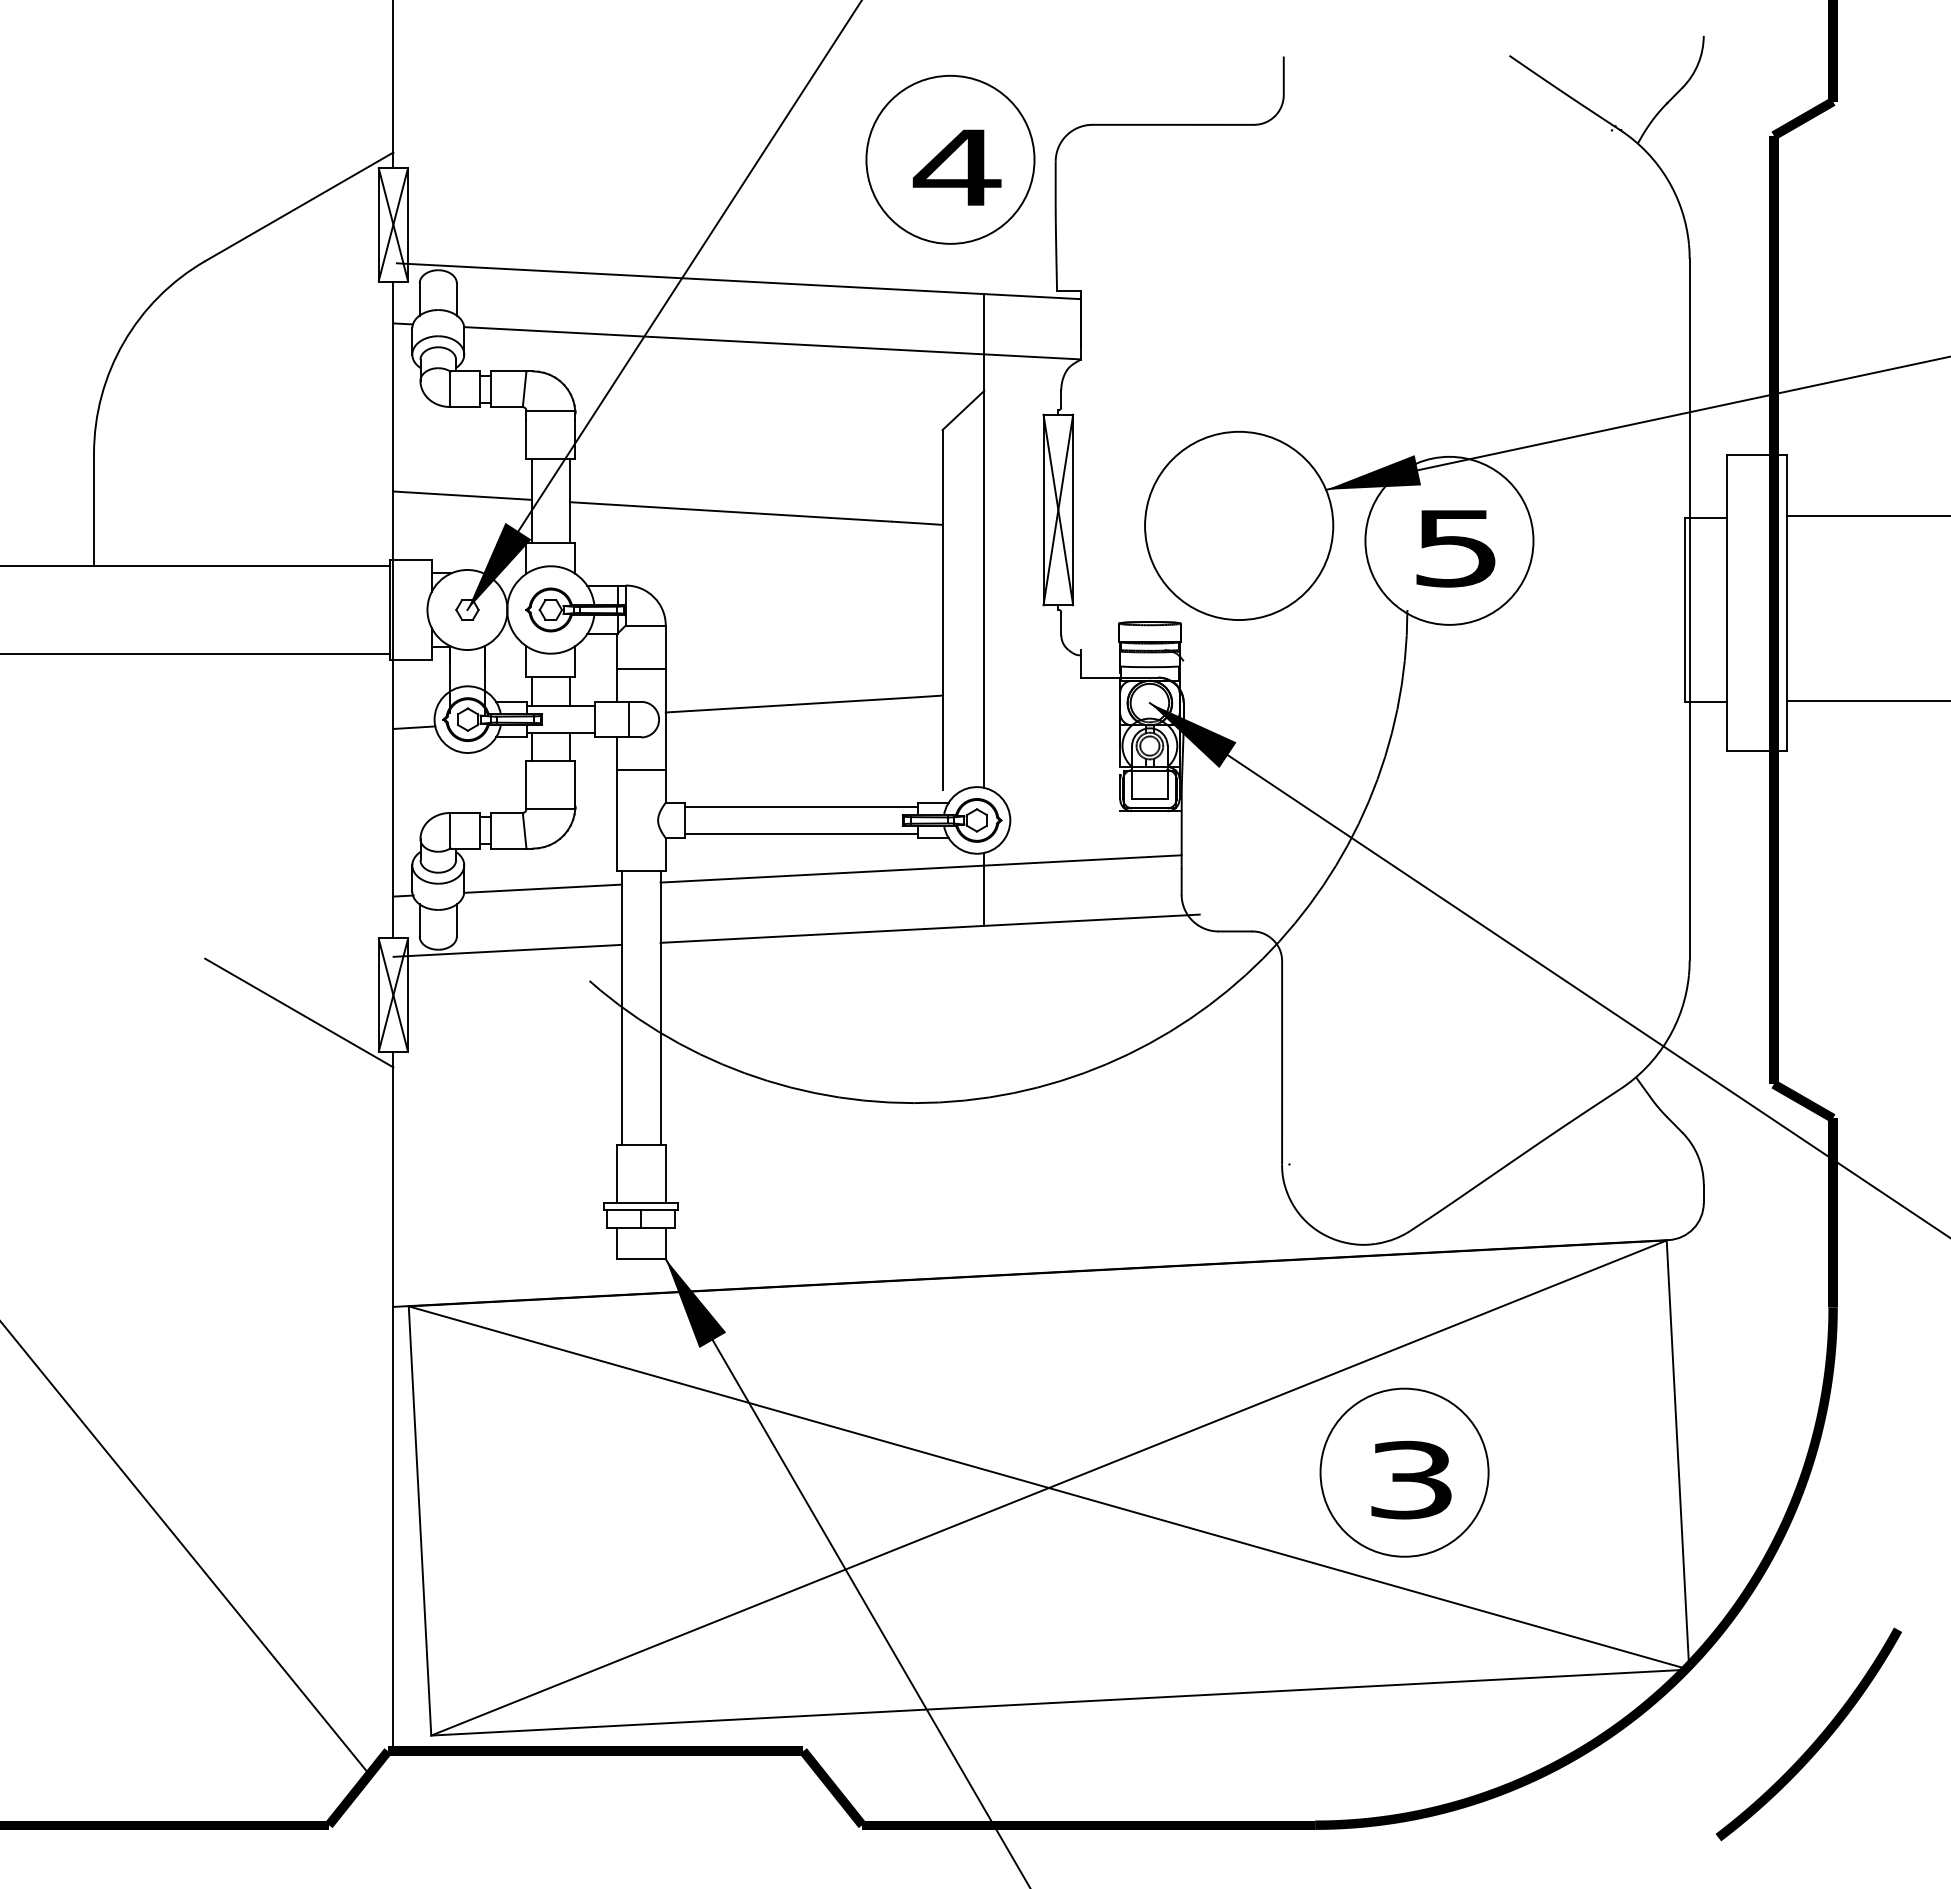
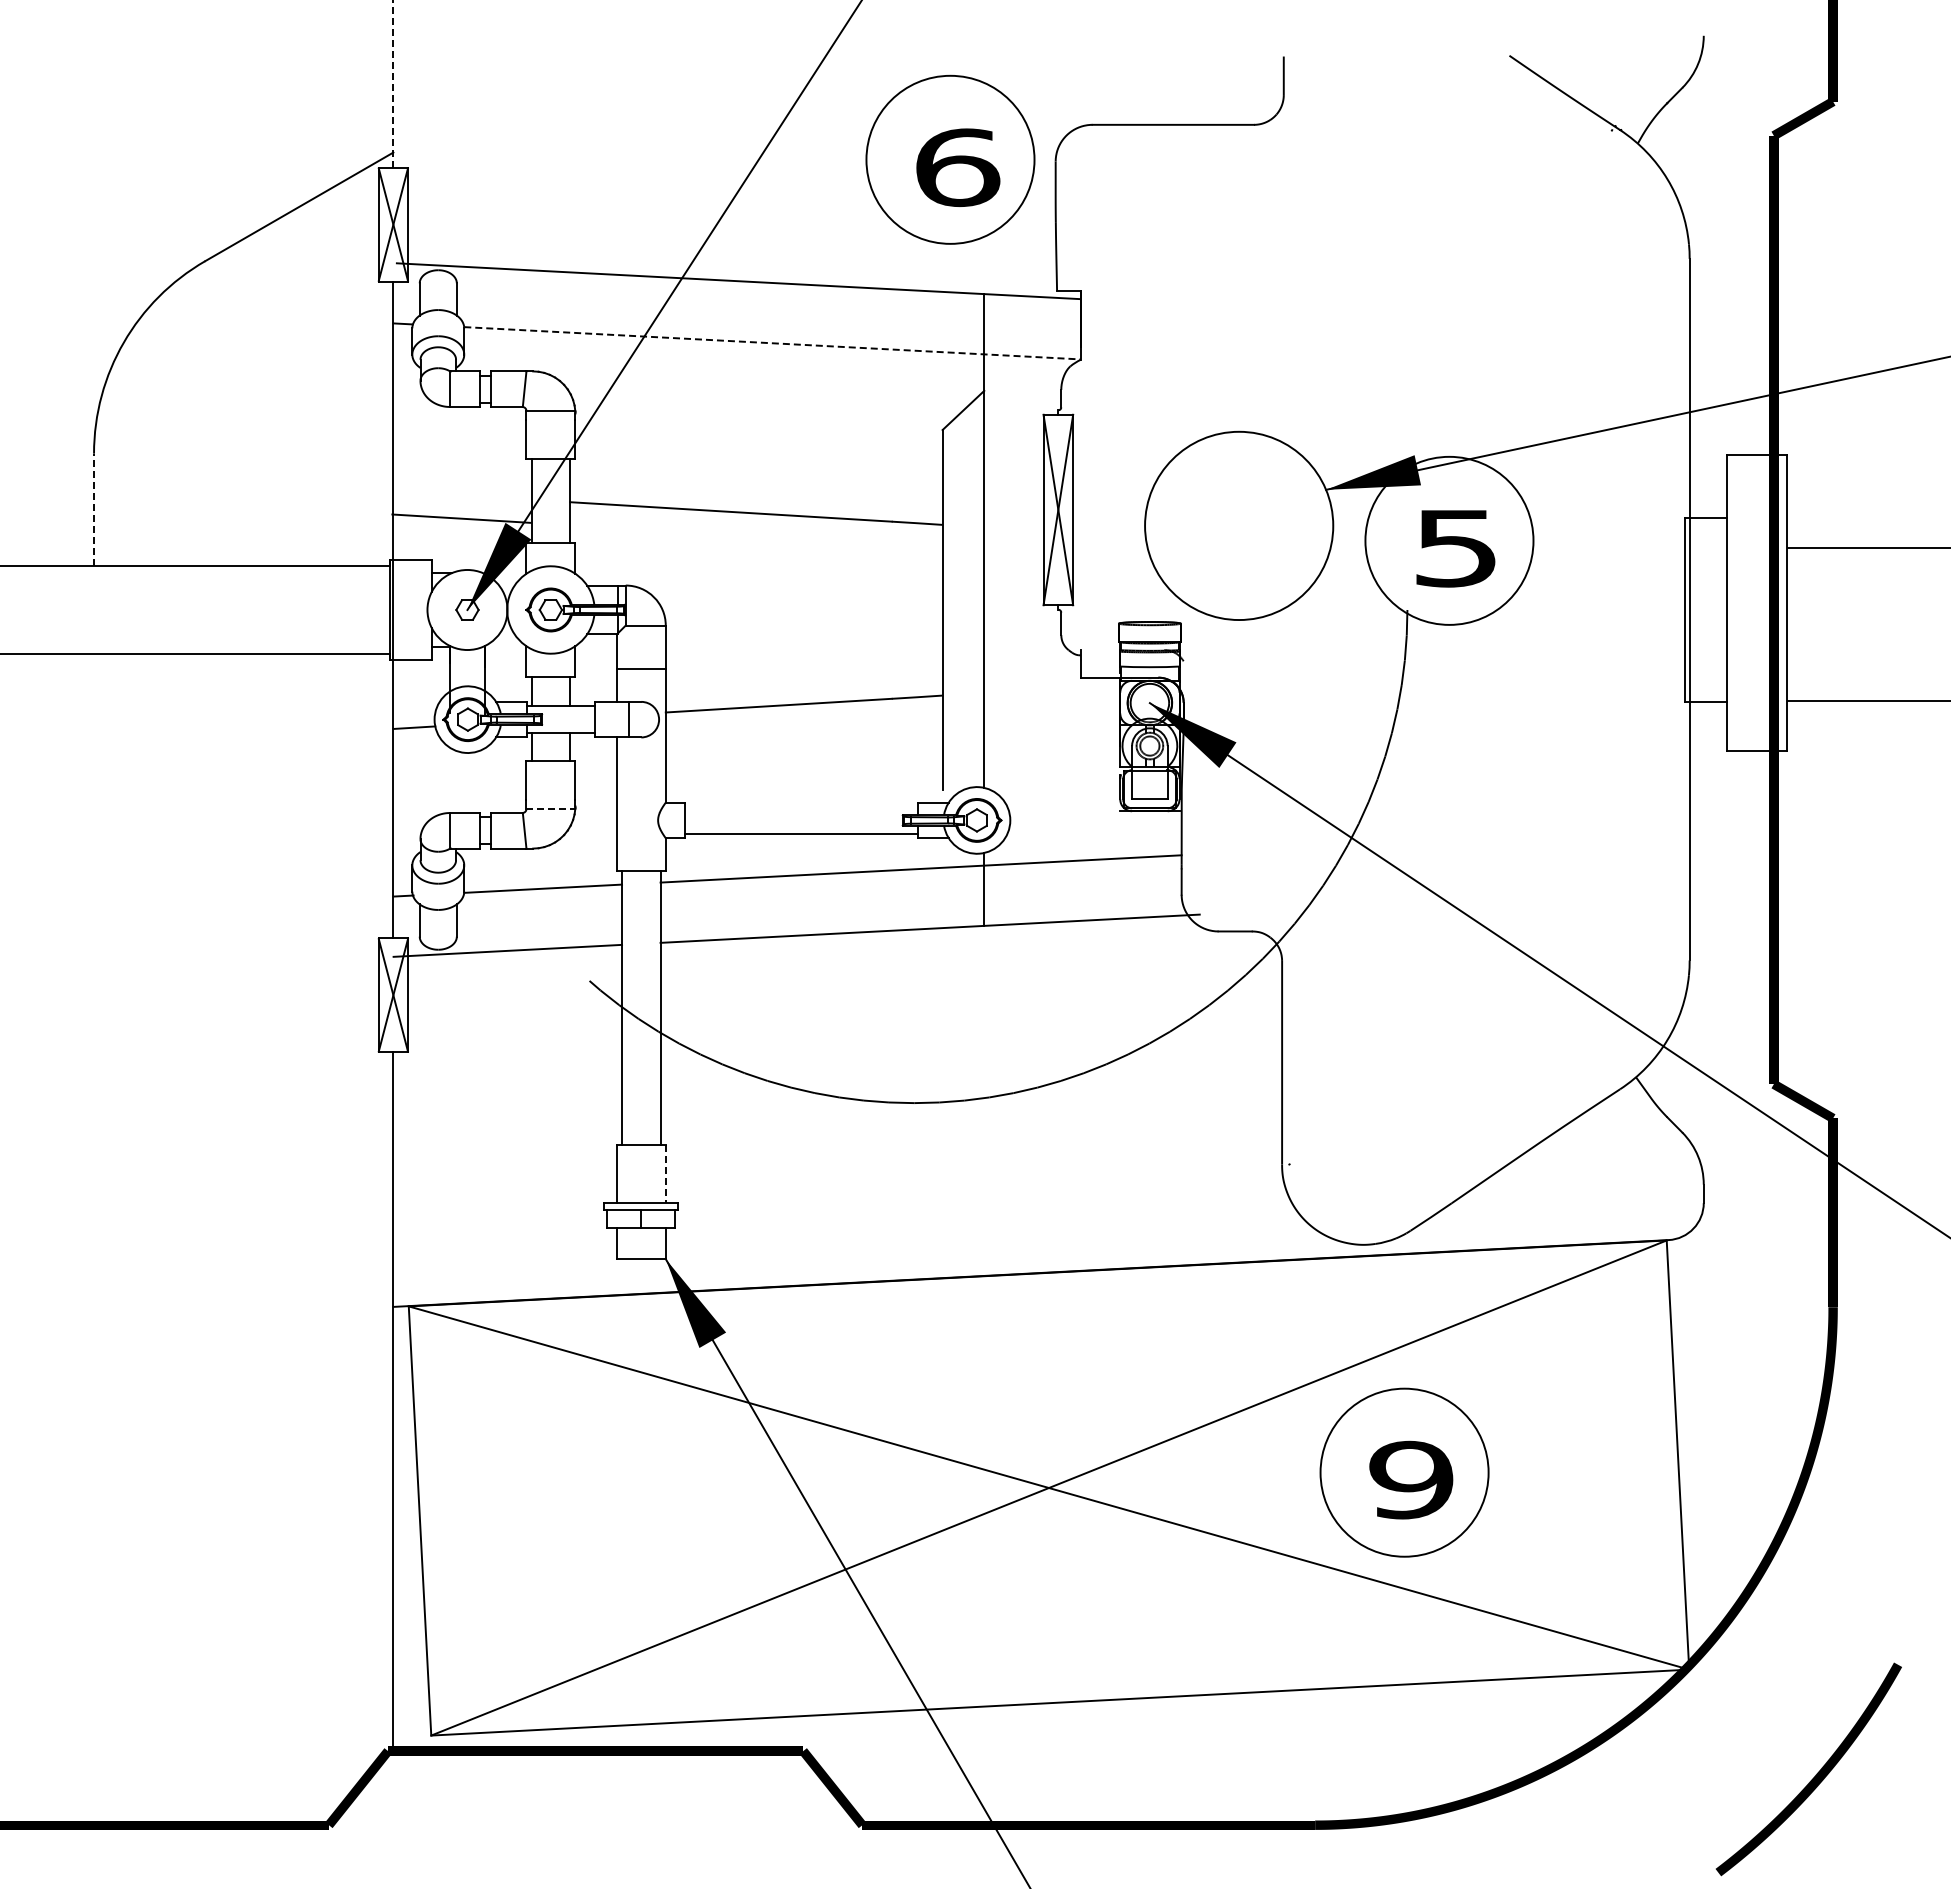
line at (393, 83): solid -> dashed
text at (956, 167): 4 -> 6
line at (772, 343): solid -> dashed
line at (462, 495) position: (462, 495) -> (461, 518)
line at (94, 509): solid -> dashed
line at (1866, 516) position: (1866, 516) -> (1866, 548)
line at (640, 770): present -> none
line at (801, 807): present -> none
line at (551, 808): solid -> dashed
line at (299, 1012): present -> none
line at (665, 1173): solid -> dashed
text at (1411, 1480): 3 -> 9
line at (185, 1548): present -> none
curve at (1816, 1738) position: (1816, 1738) -> (1816, 1773)
